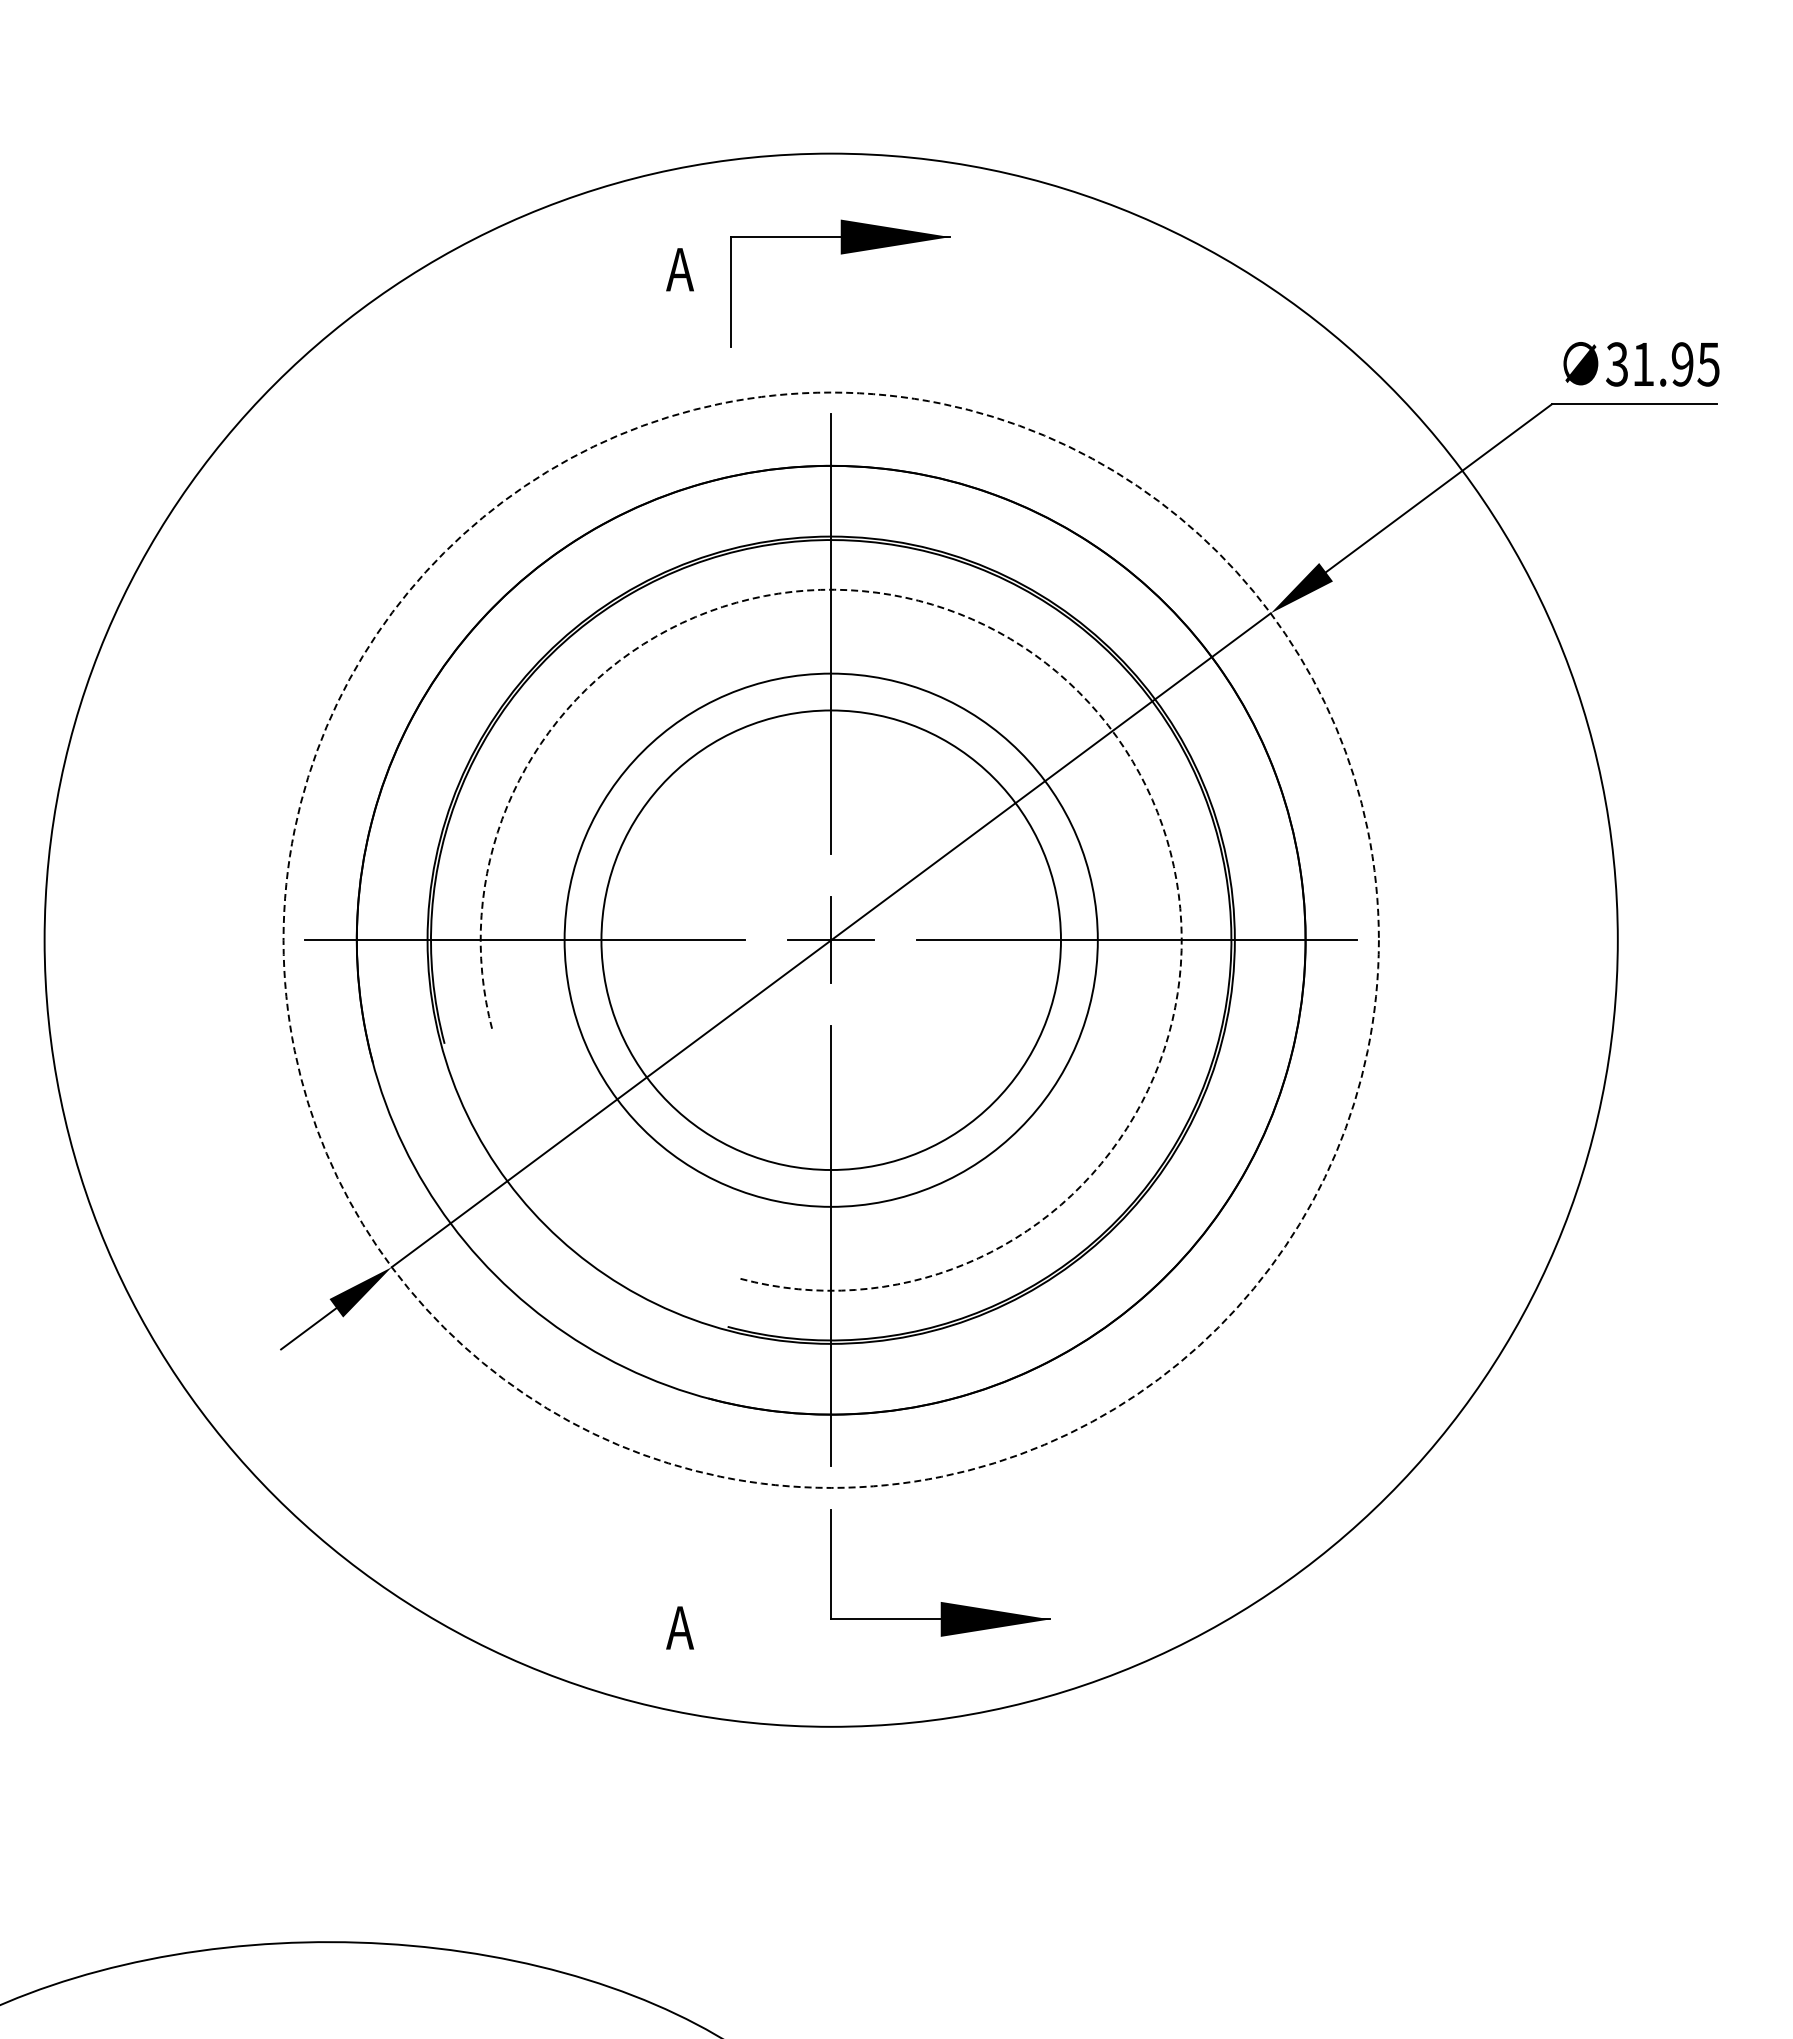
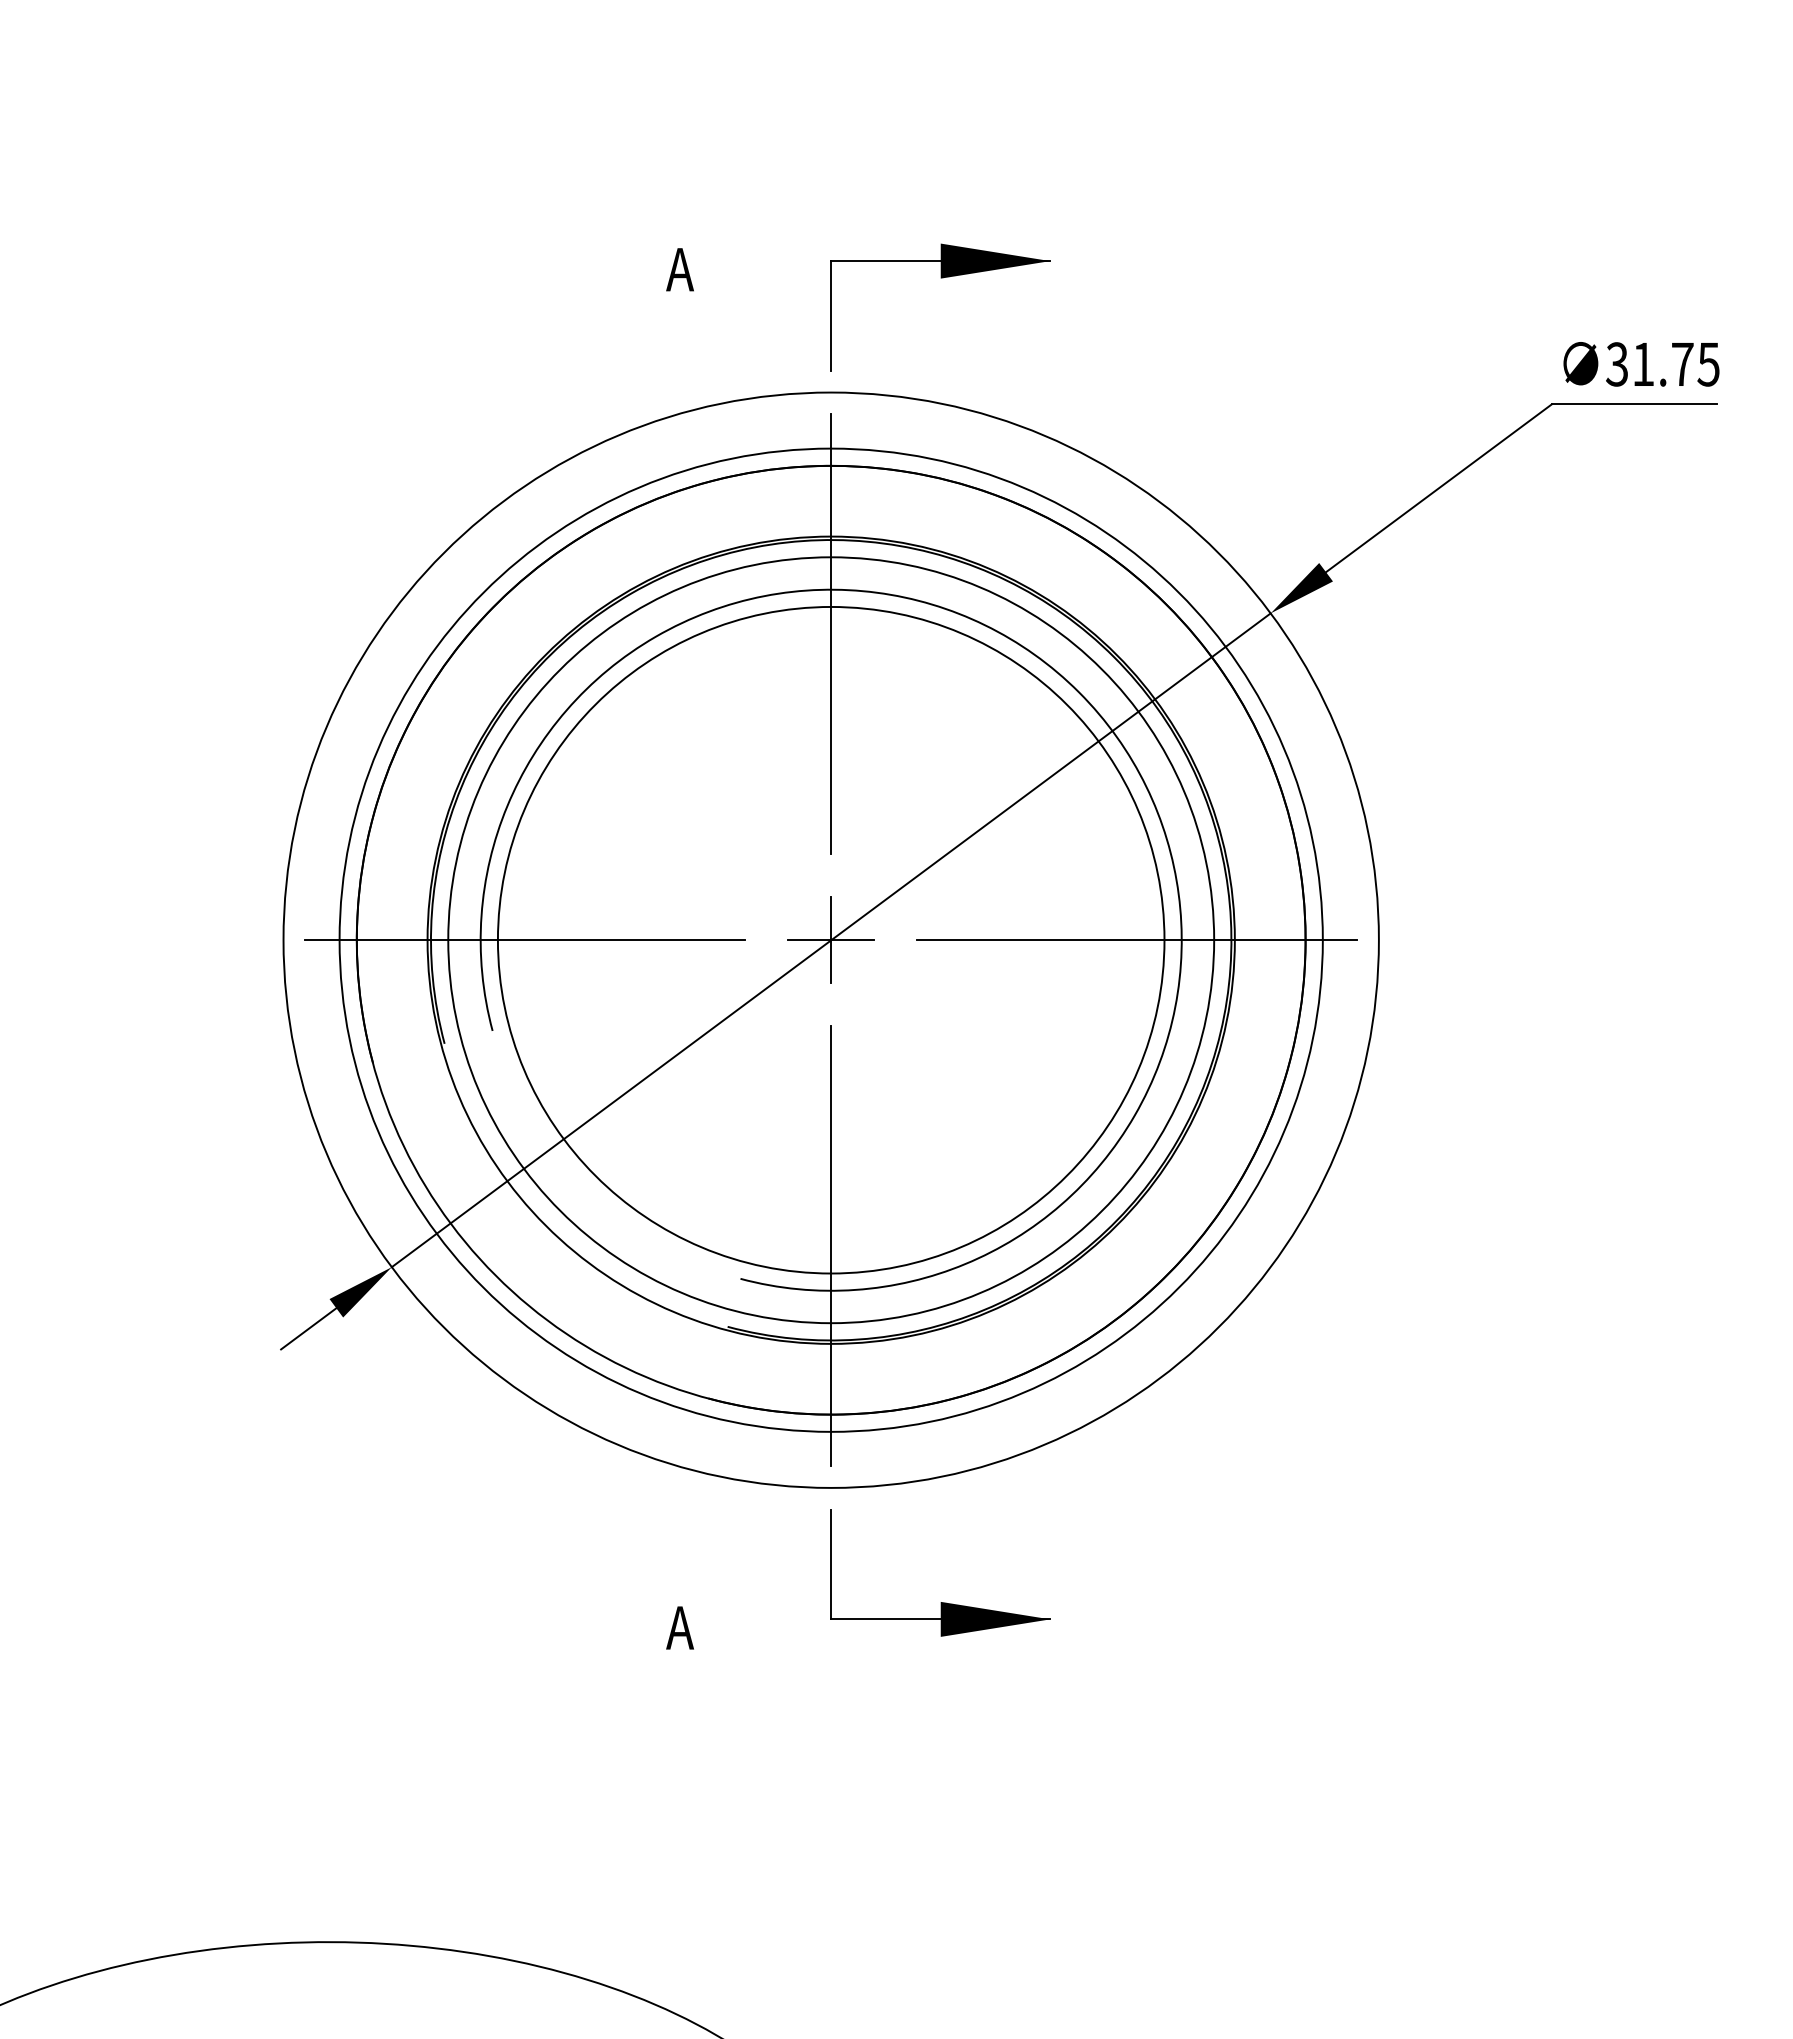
part at (840, 254) position: (840, 254) -> (940, 278)
text at (1682, 364): 31.95 -> 31.75
arc at (1079, 692): dashed -> solid
circle at (830, 939) diameter: 1573 px -> 983 px
circle at (830, 939) diameter: 533 px -> 667 px
circle at (830, 939): dashed -> solid
circle at (830, 940) diameter: 460 px -> 766 px
